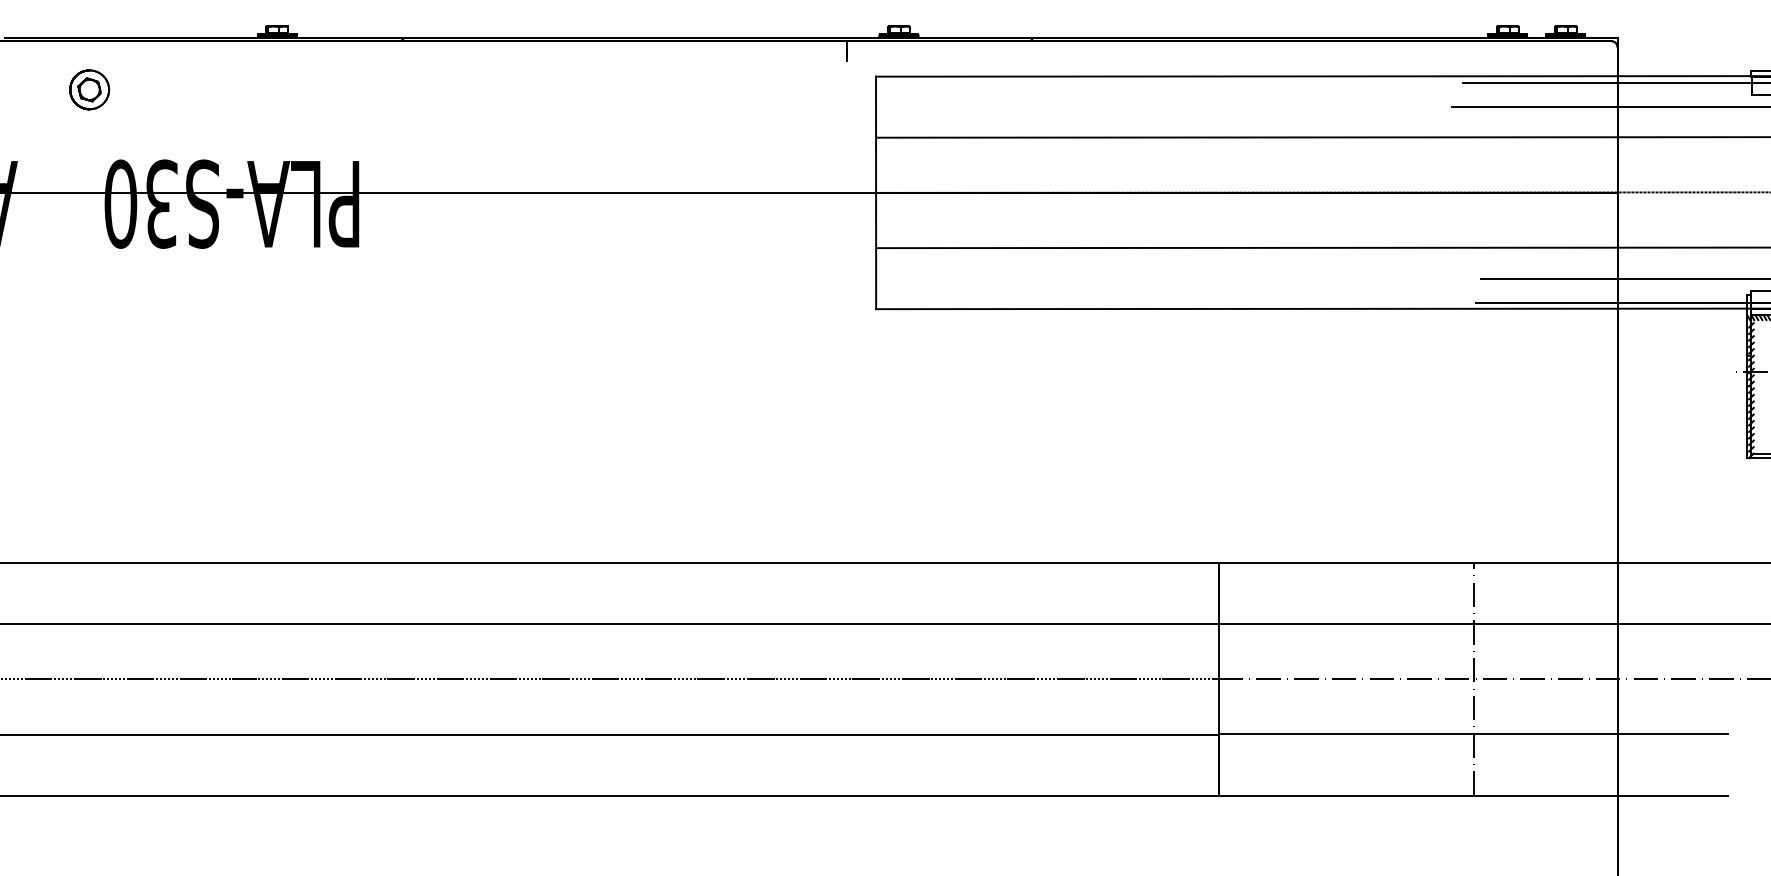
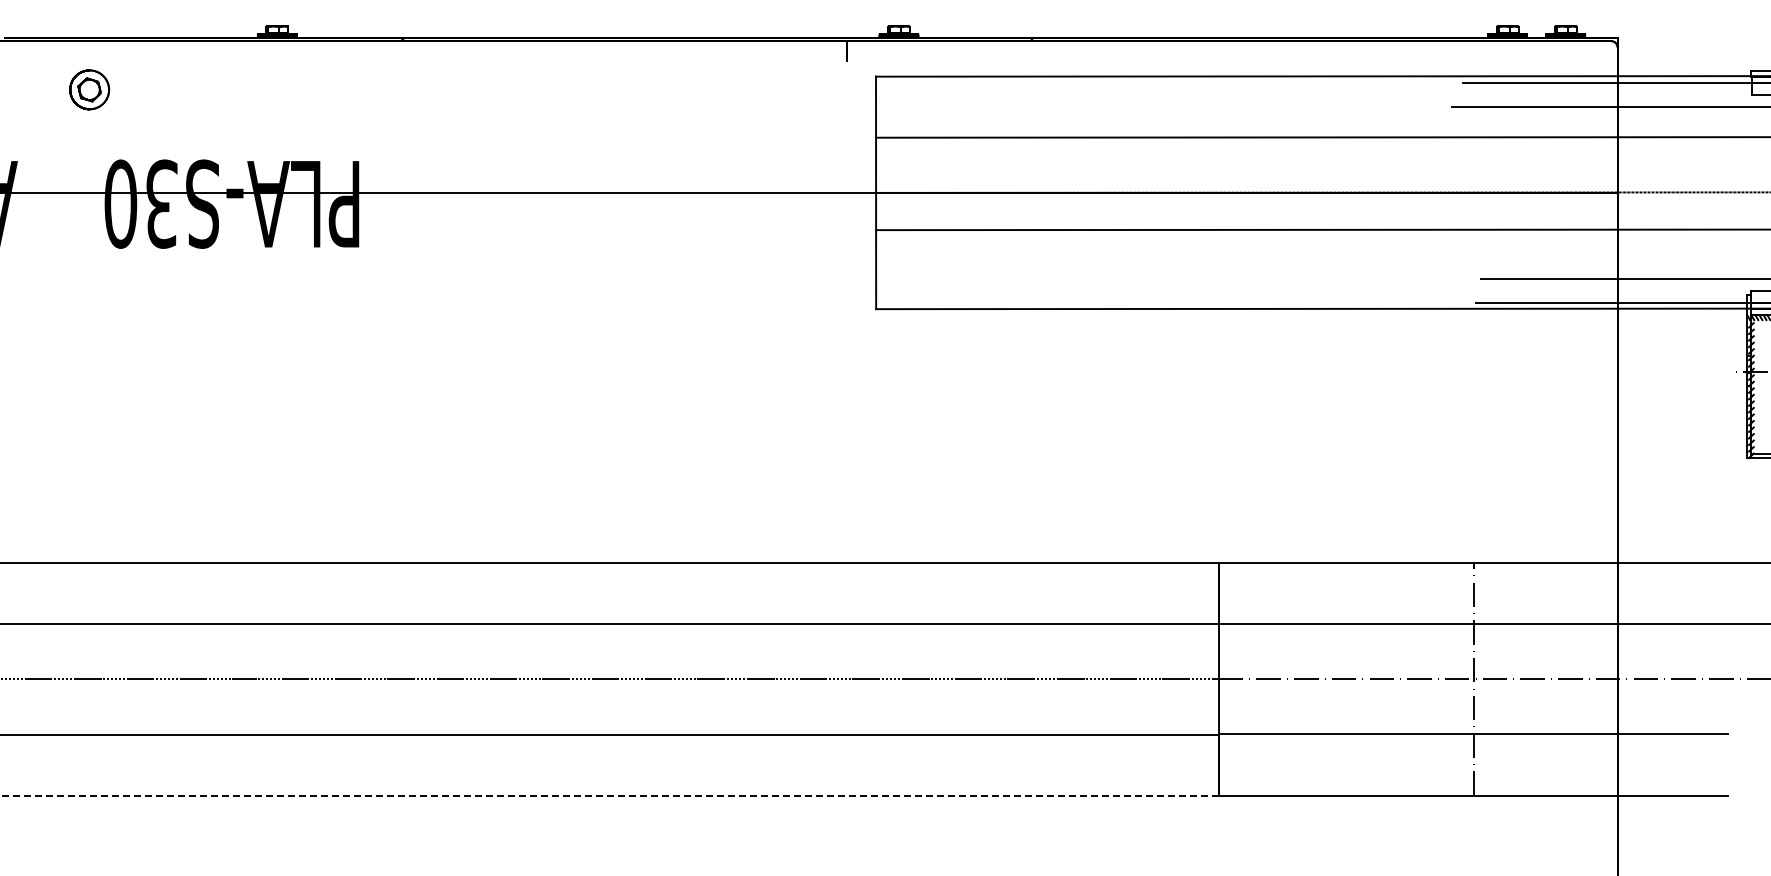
line at (1321, 247) position: (1321, 247) -> (1321, 229)
line at (609, 795): solid -> dashed
